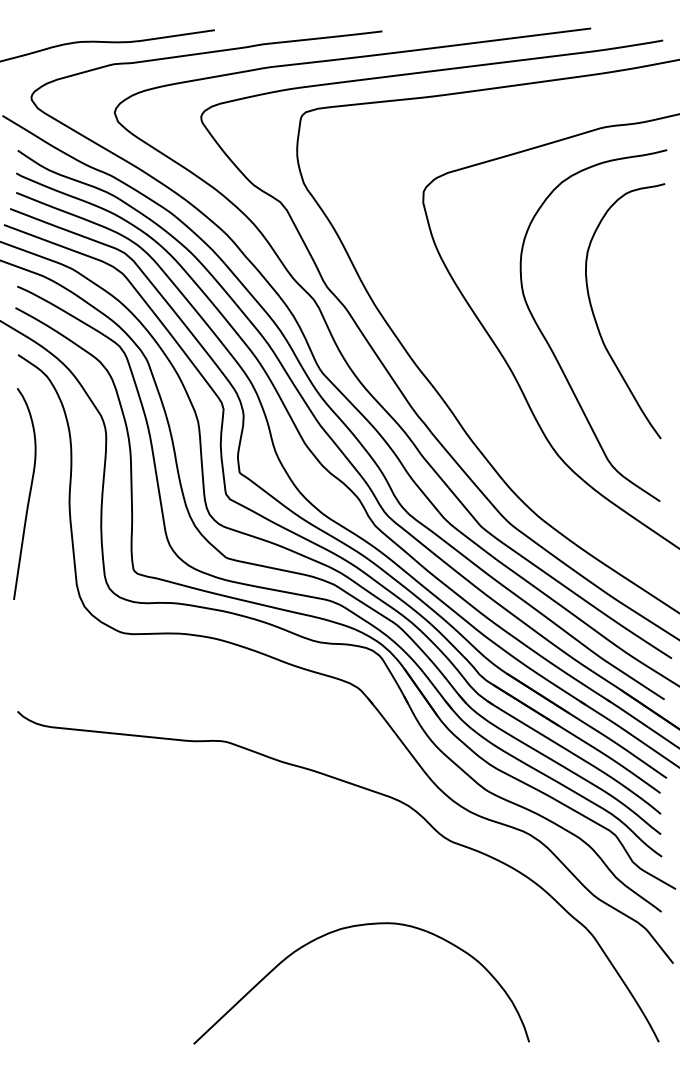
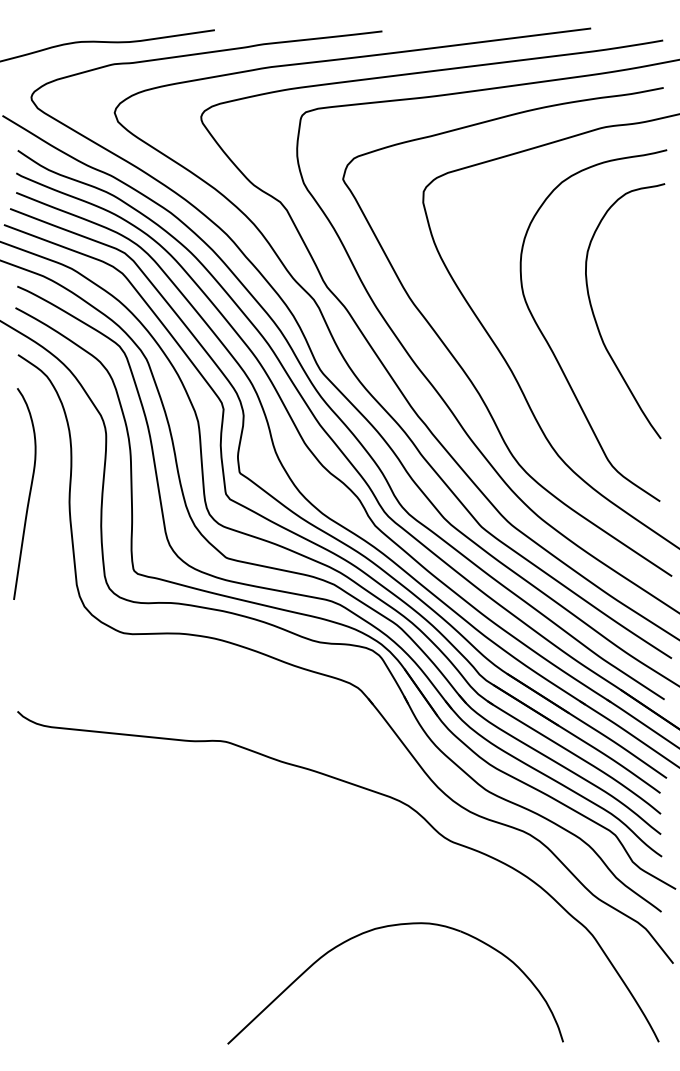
curve at (460, 364): none -> present
part at (348, 928) position: (348, 928) -> (382, 928)
